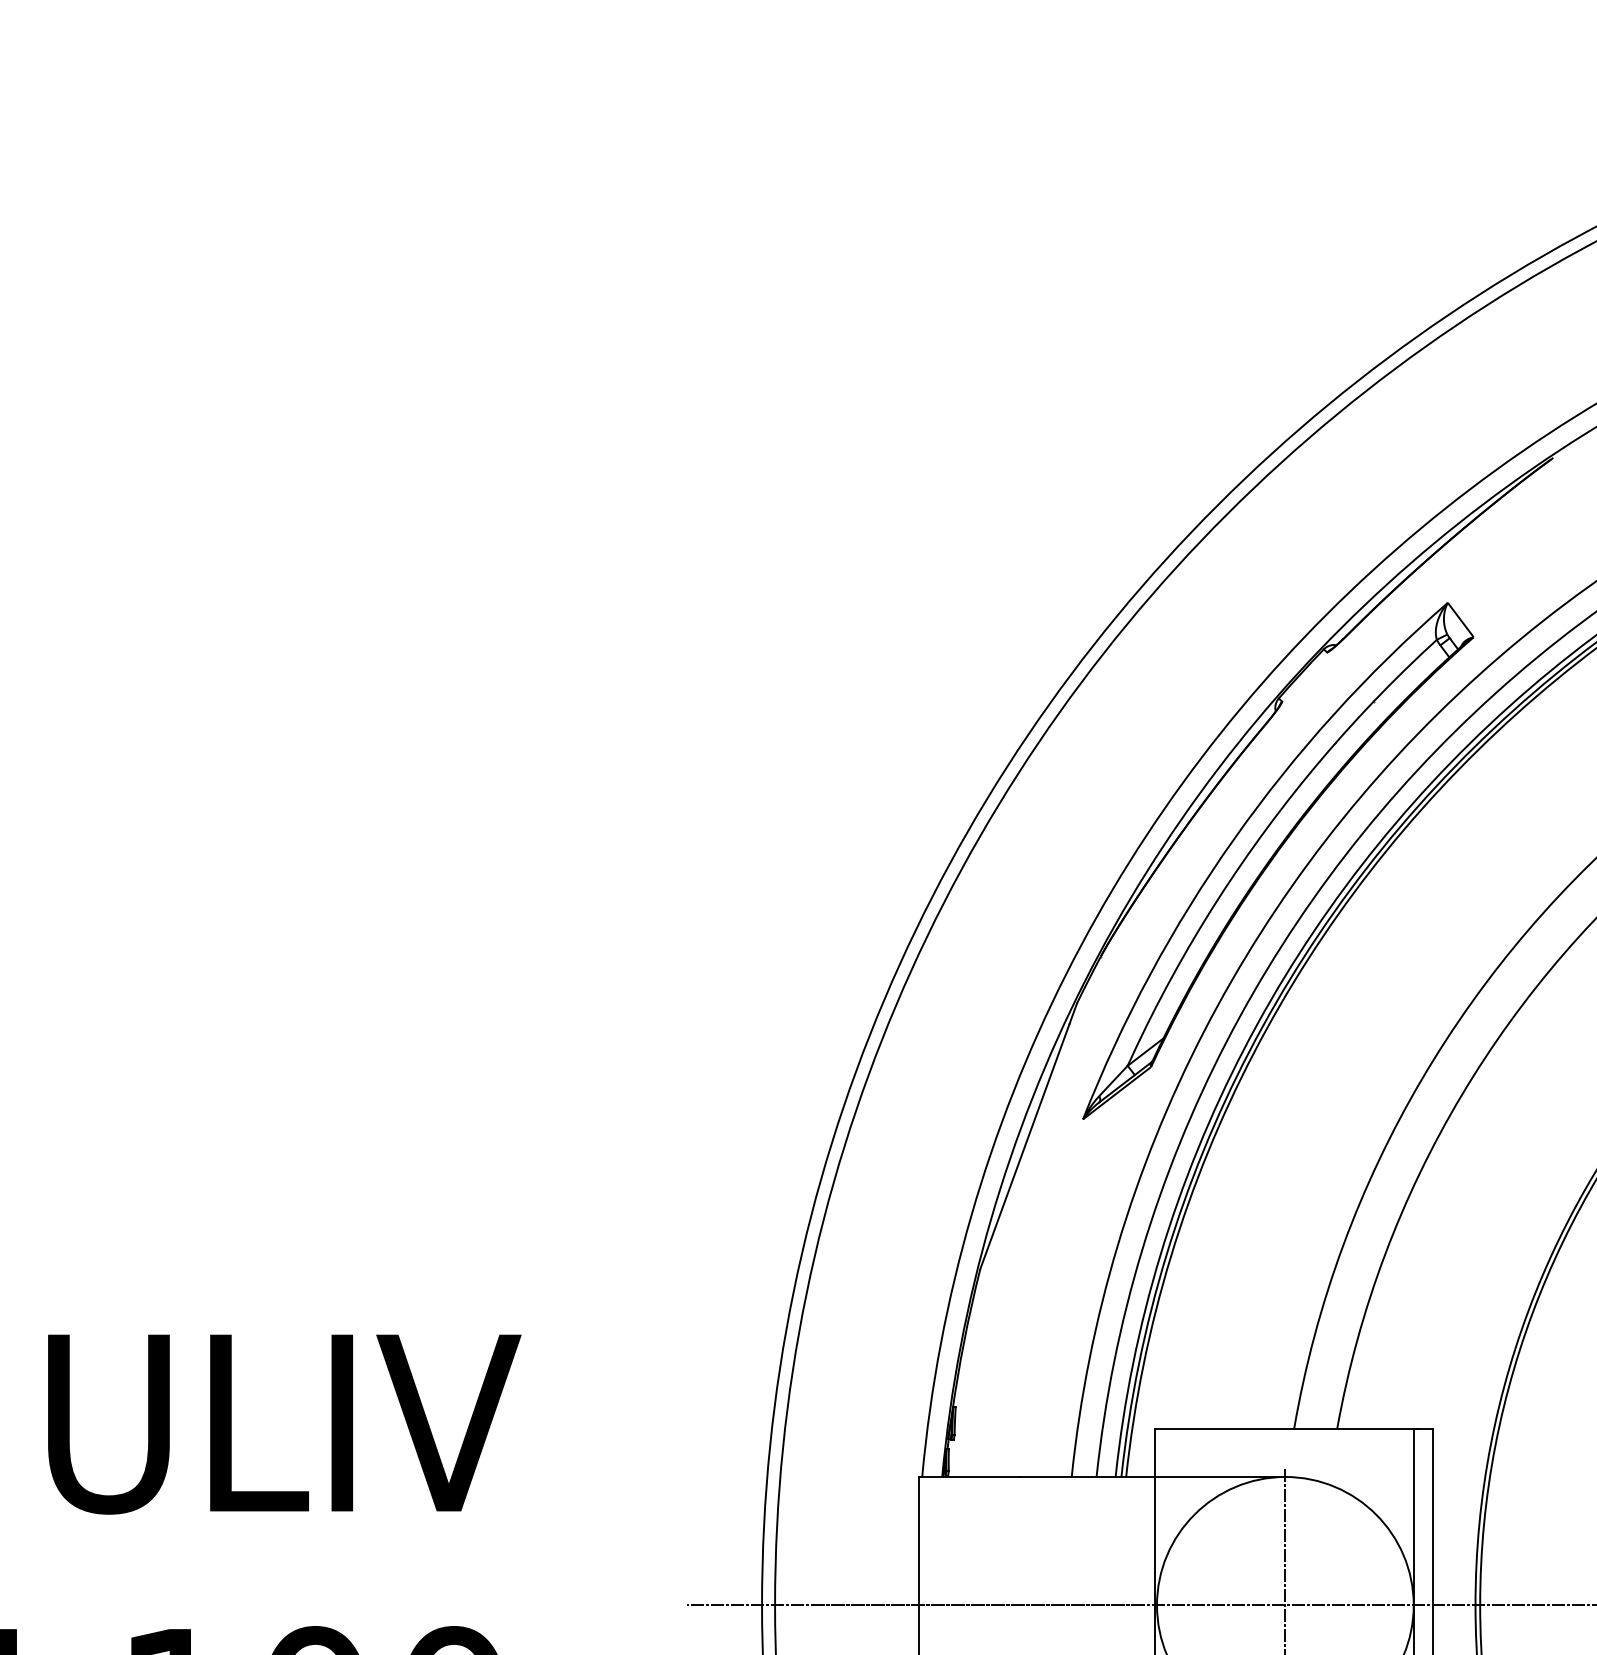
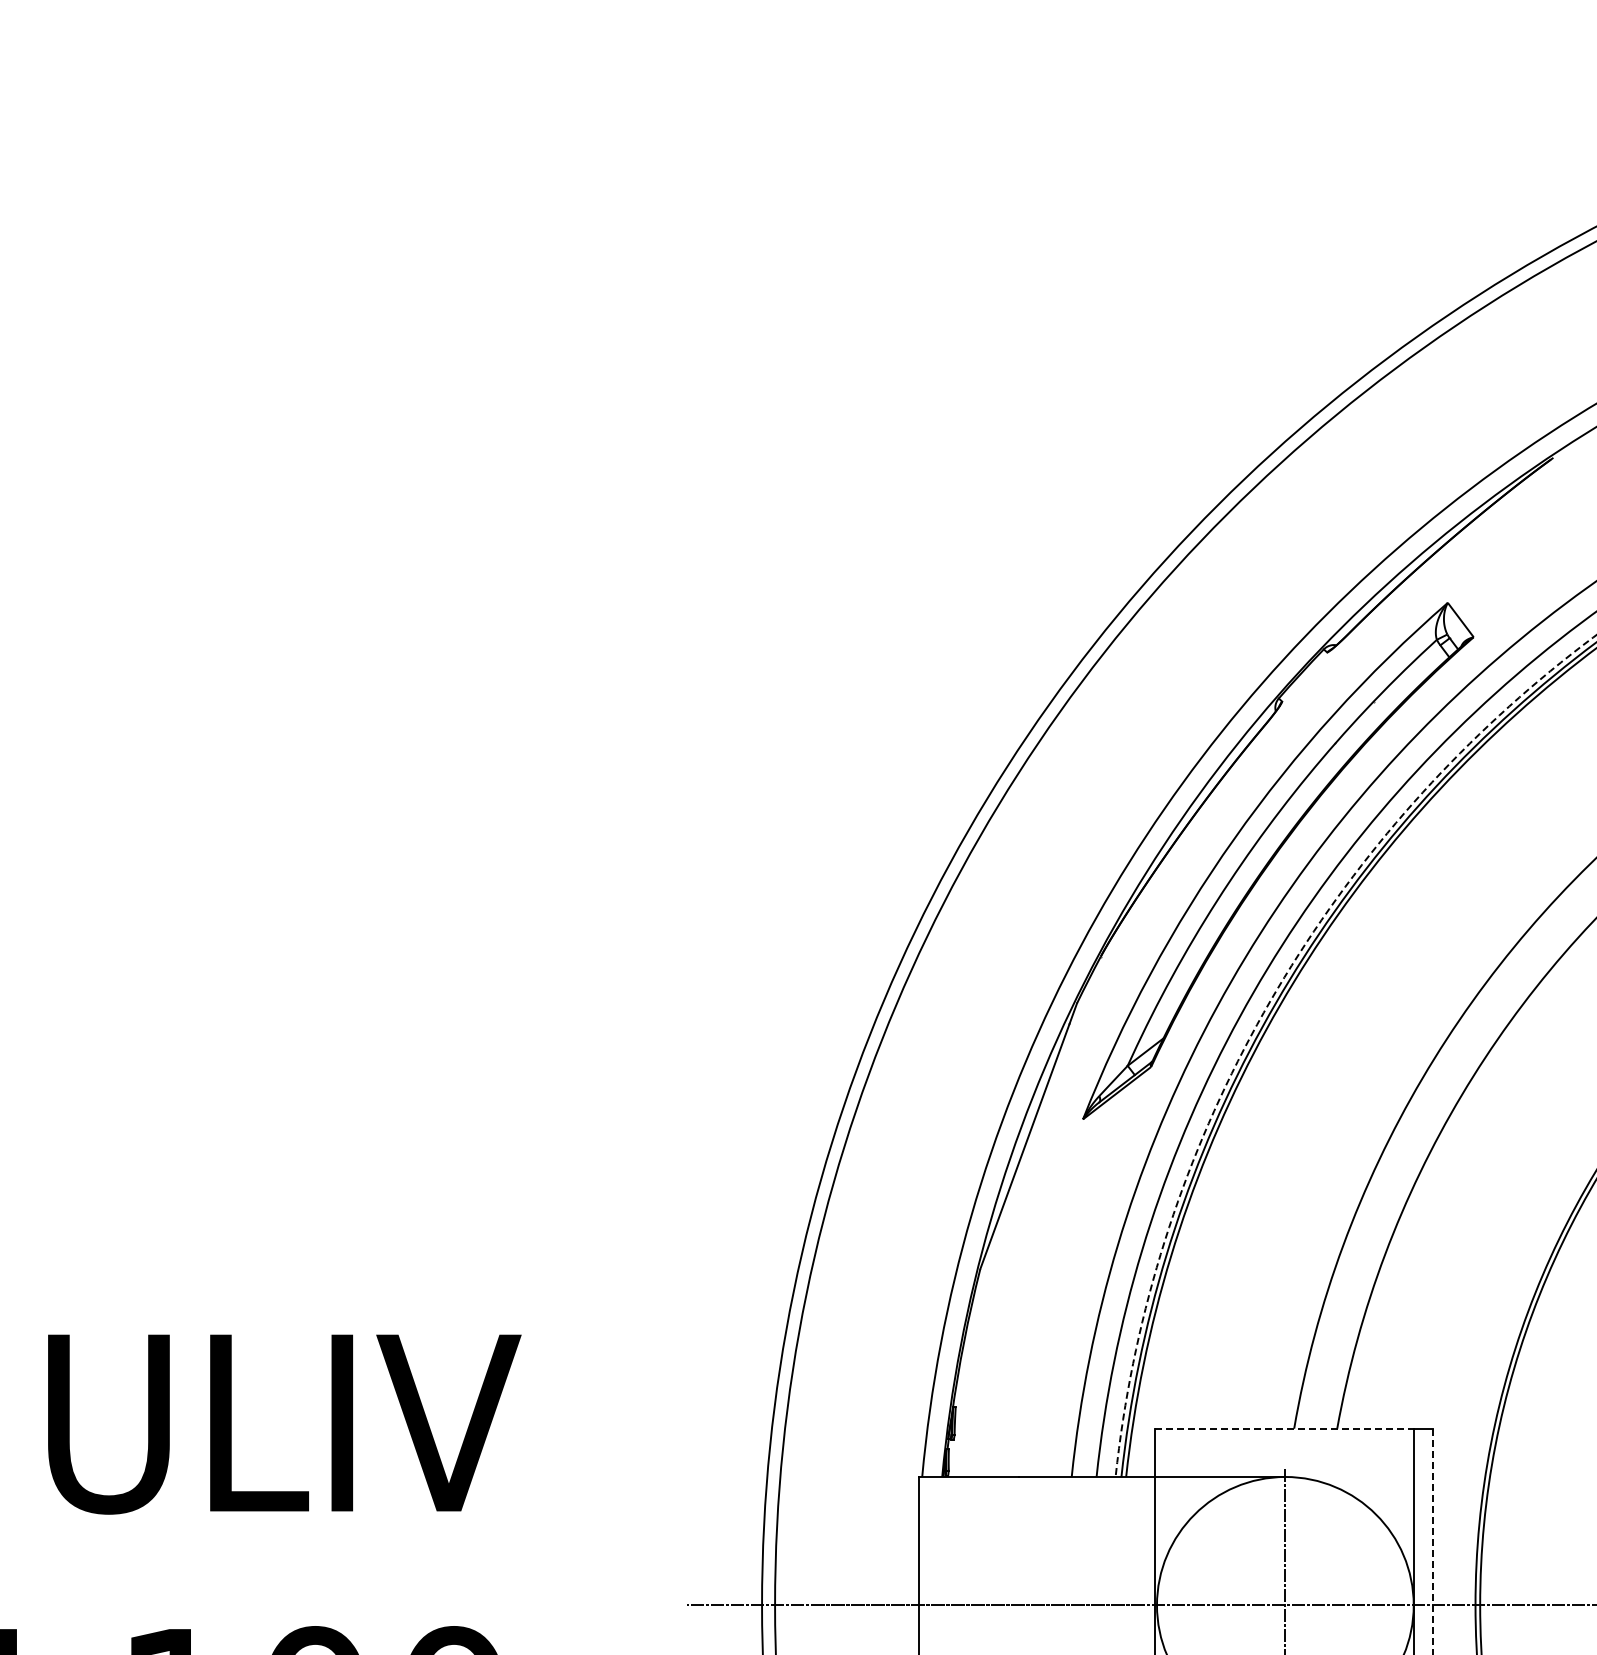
arc at (1270, 1001): solid -> dashed
line at (1286, 1428): solid -> dashed
line at (1432, 1541): solid -> dashed
